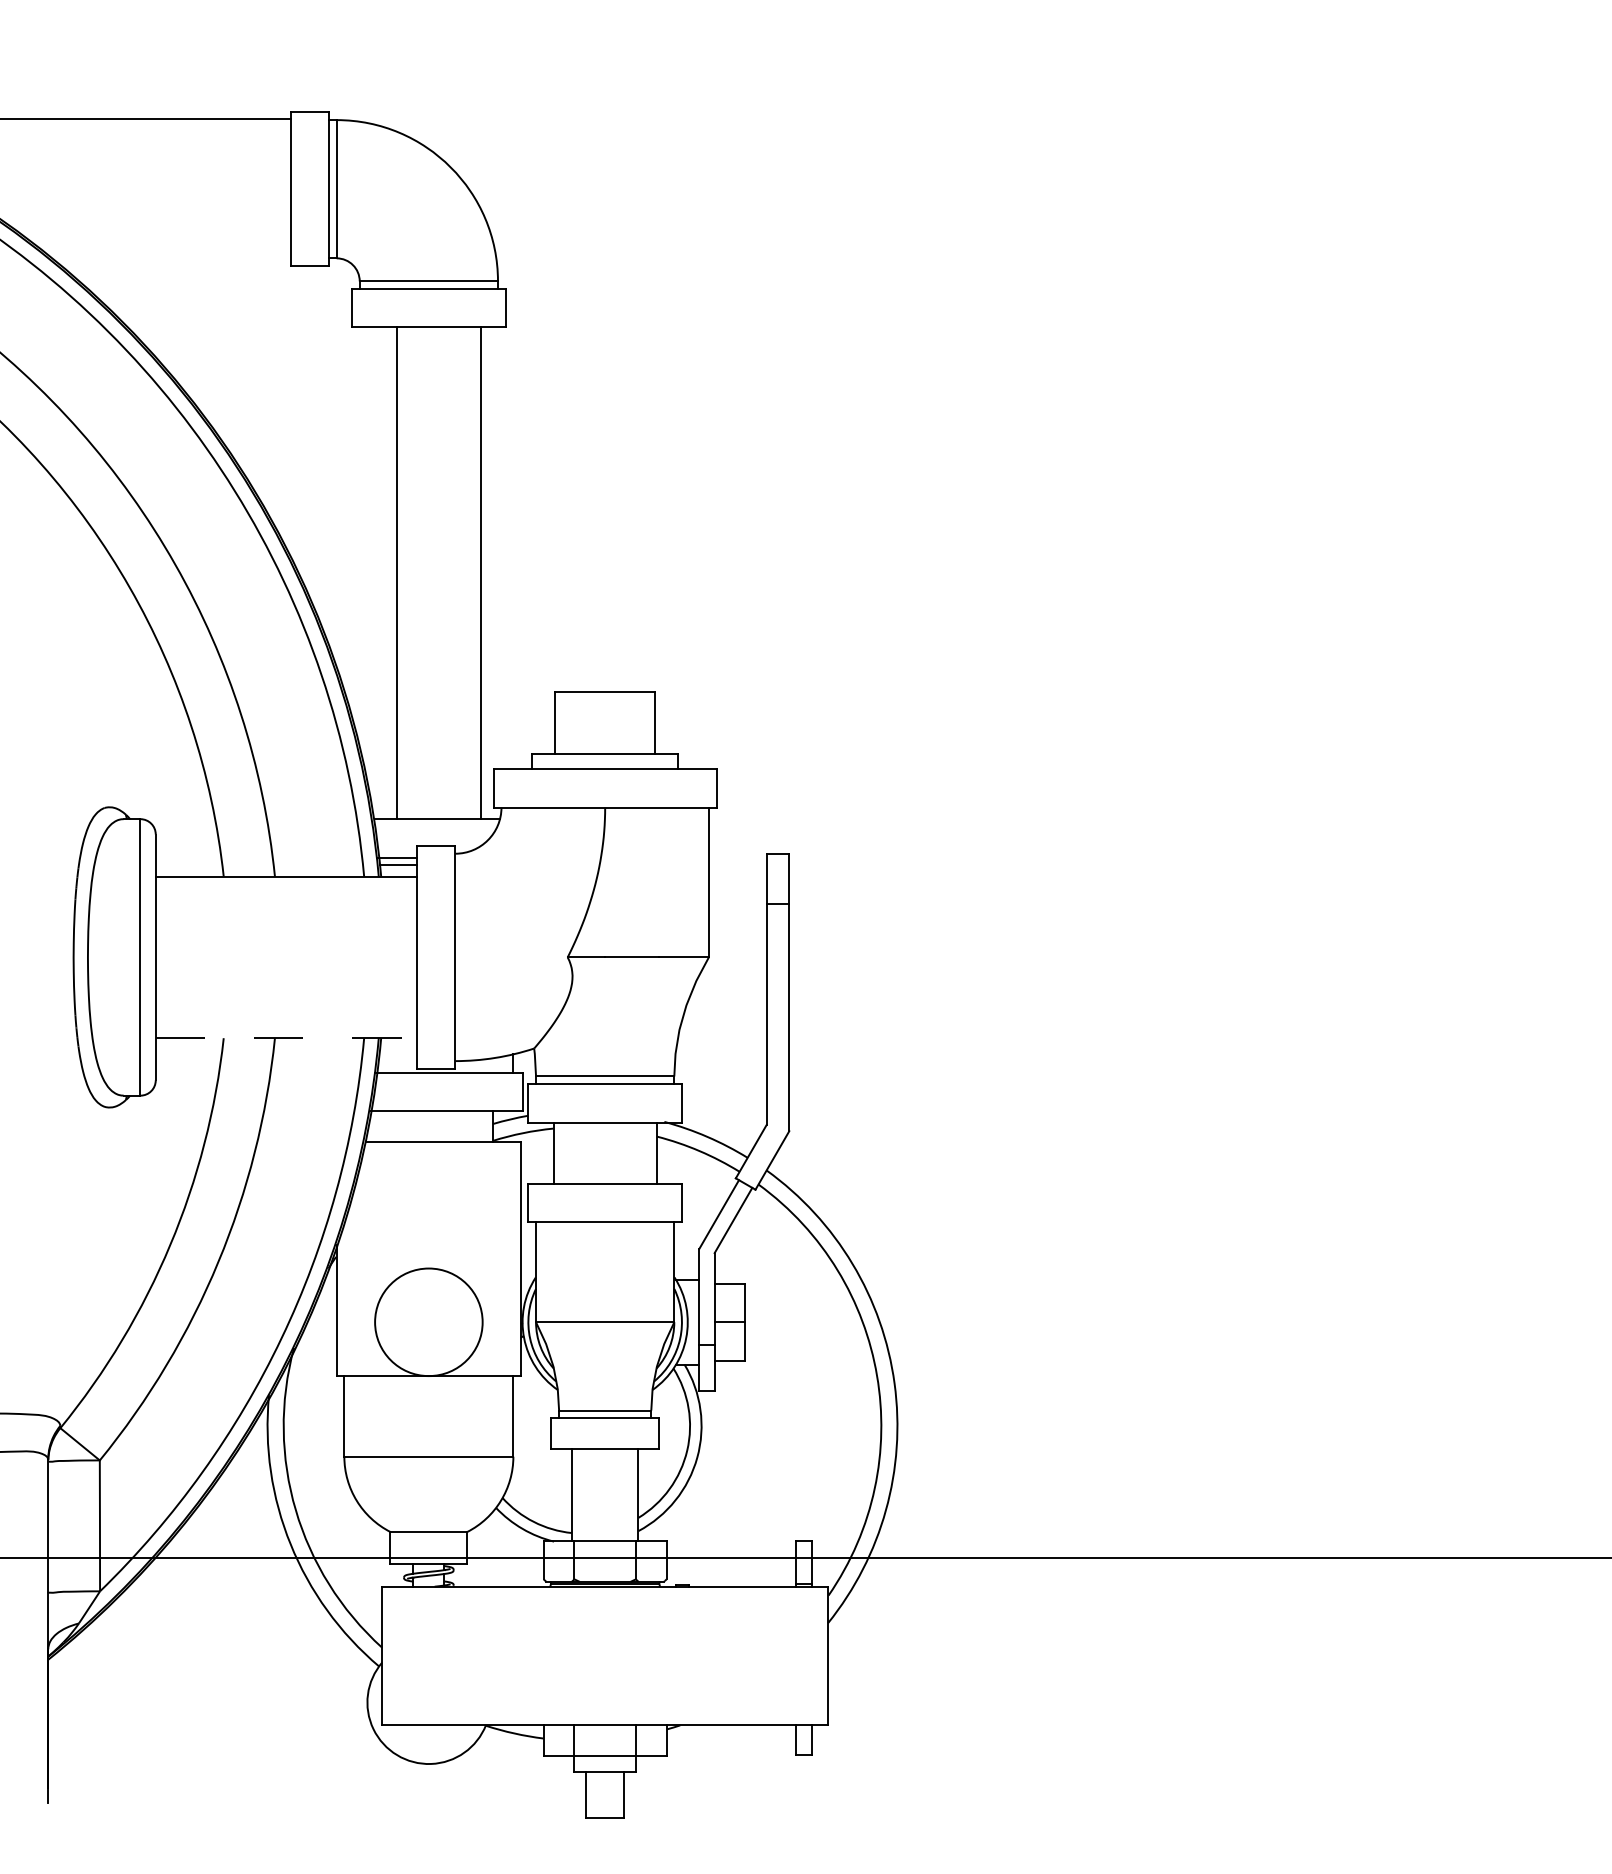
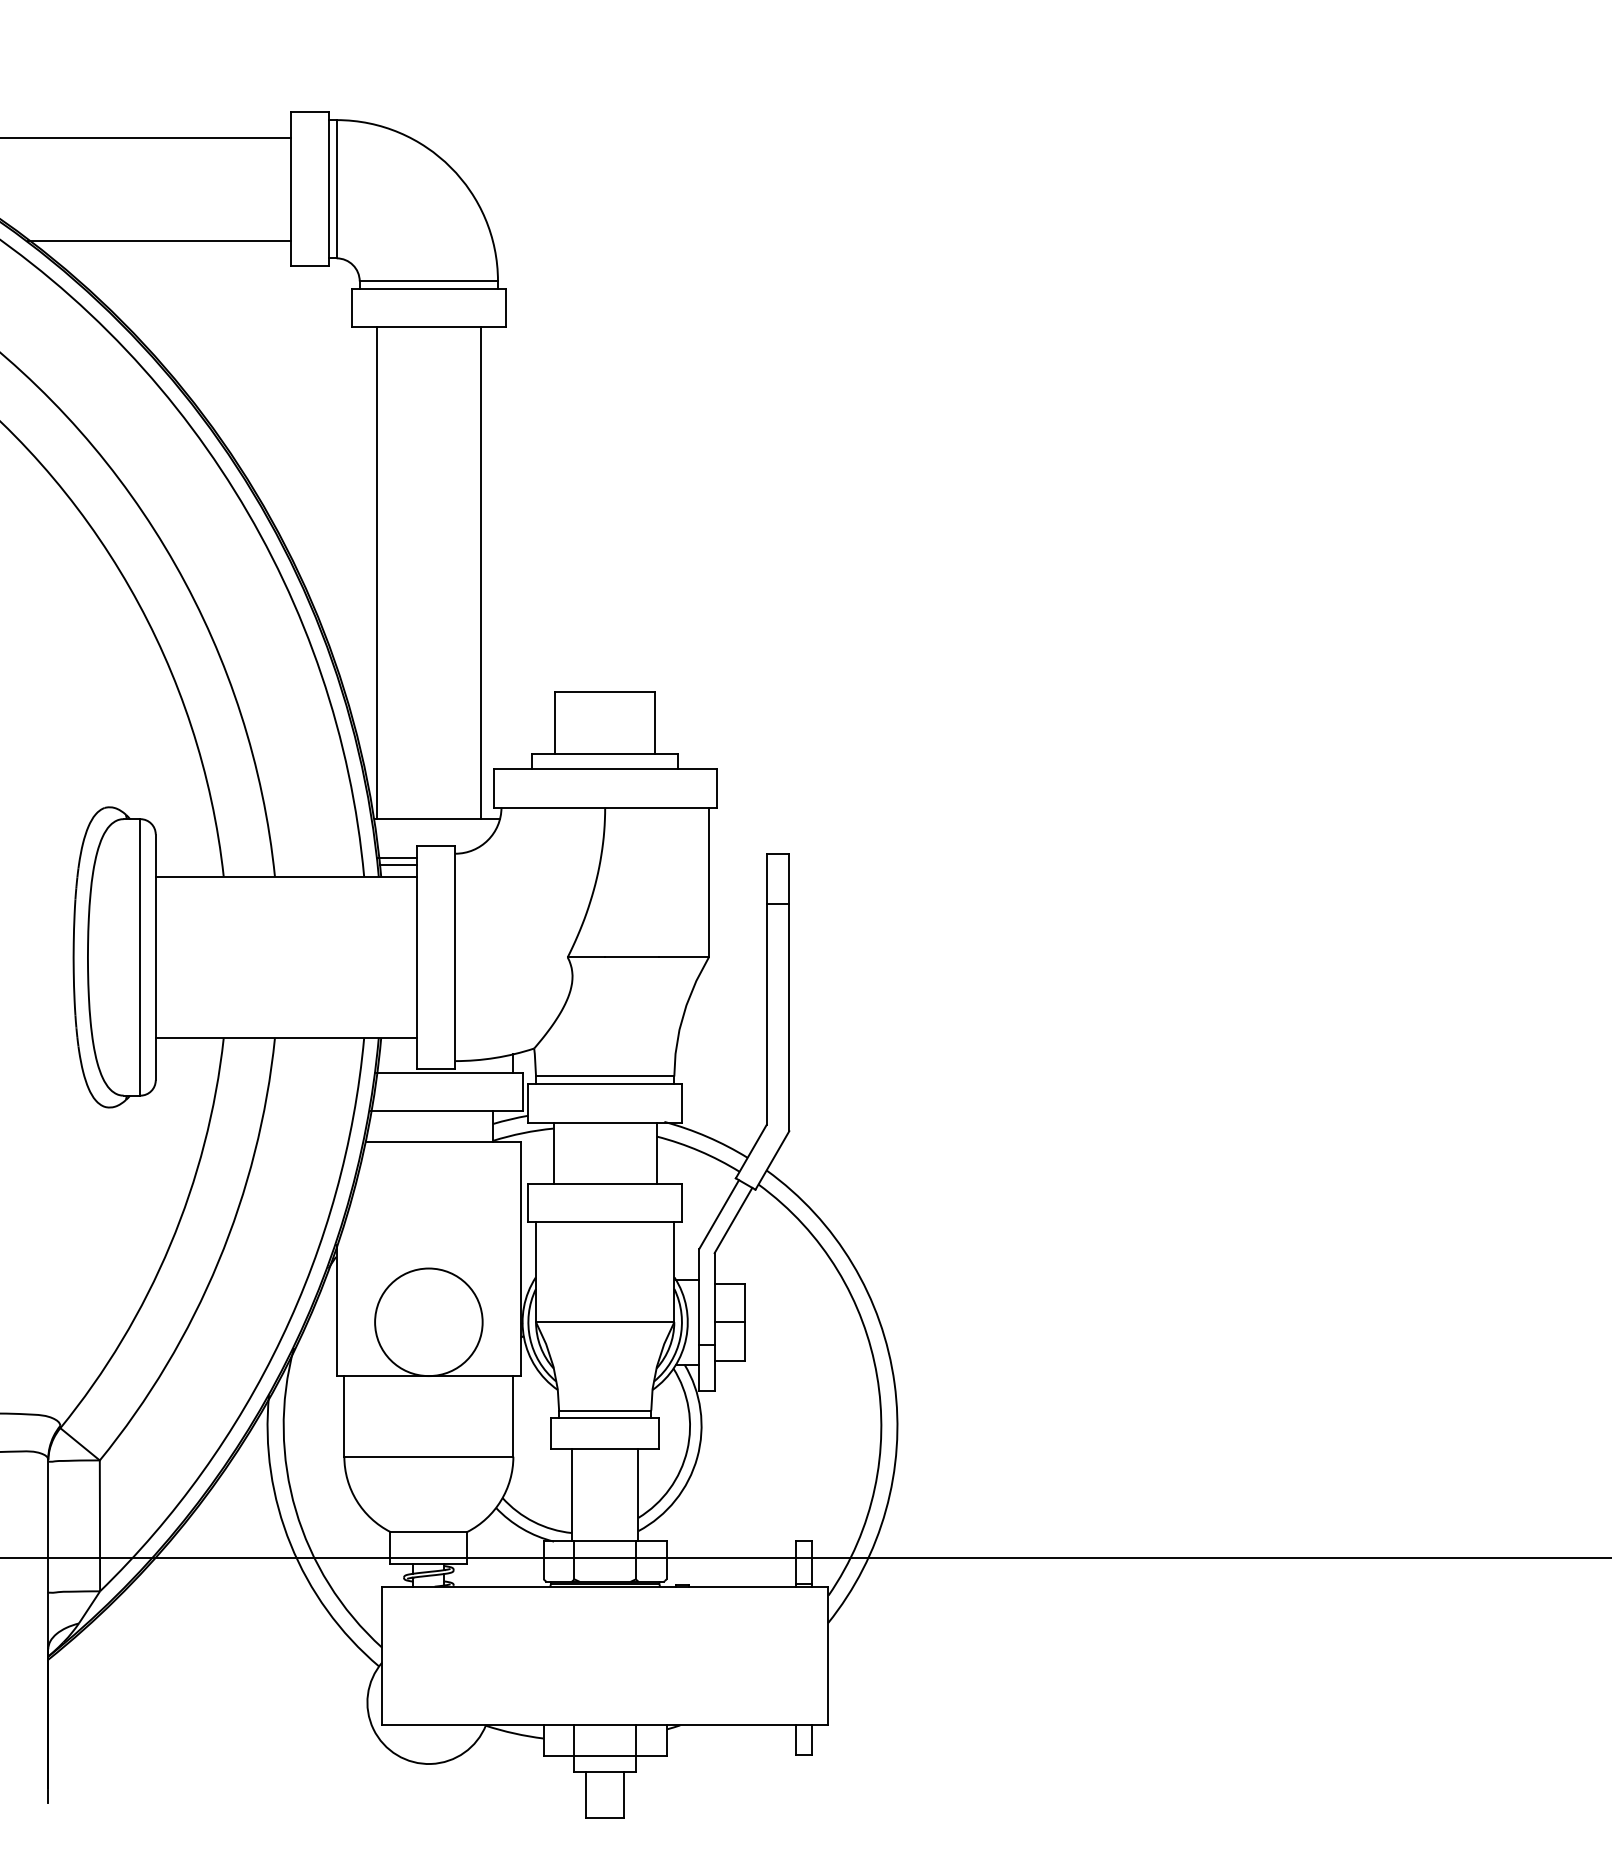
line at (146, 118) position: (146, 118) -> (146, 137)
line at (158, 240): none -> present
line at (397, 573) position: (397, 573) -> (377, 573)
line at (286, 1038): dashed -> solid
